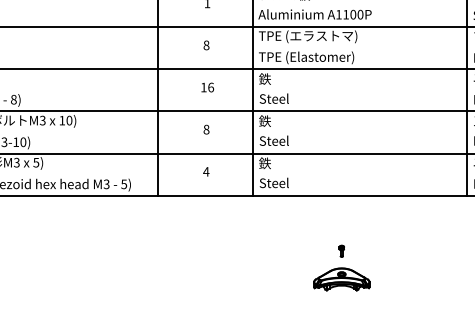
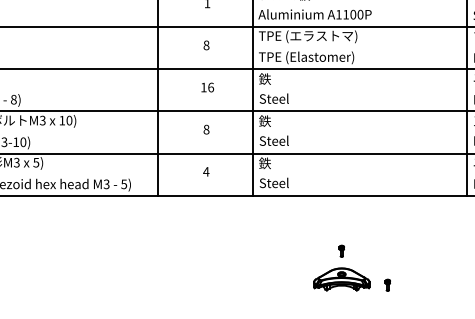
part at (387, 284): none -> present
